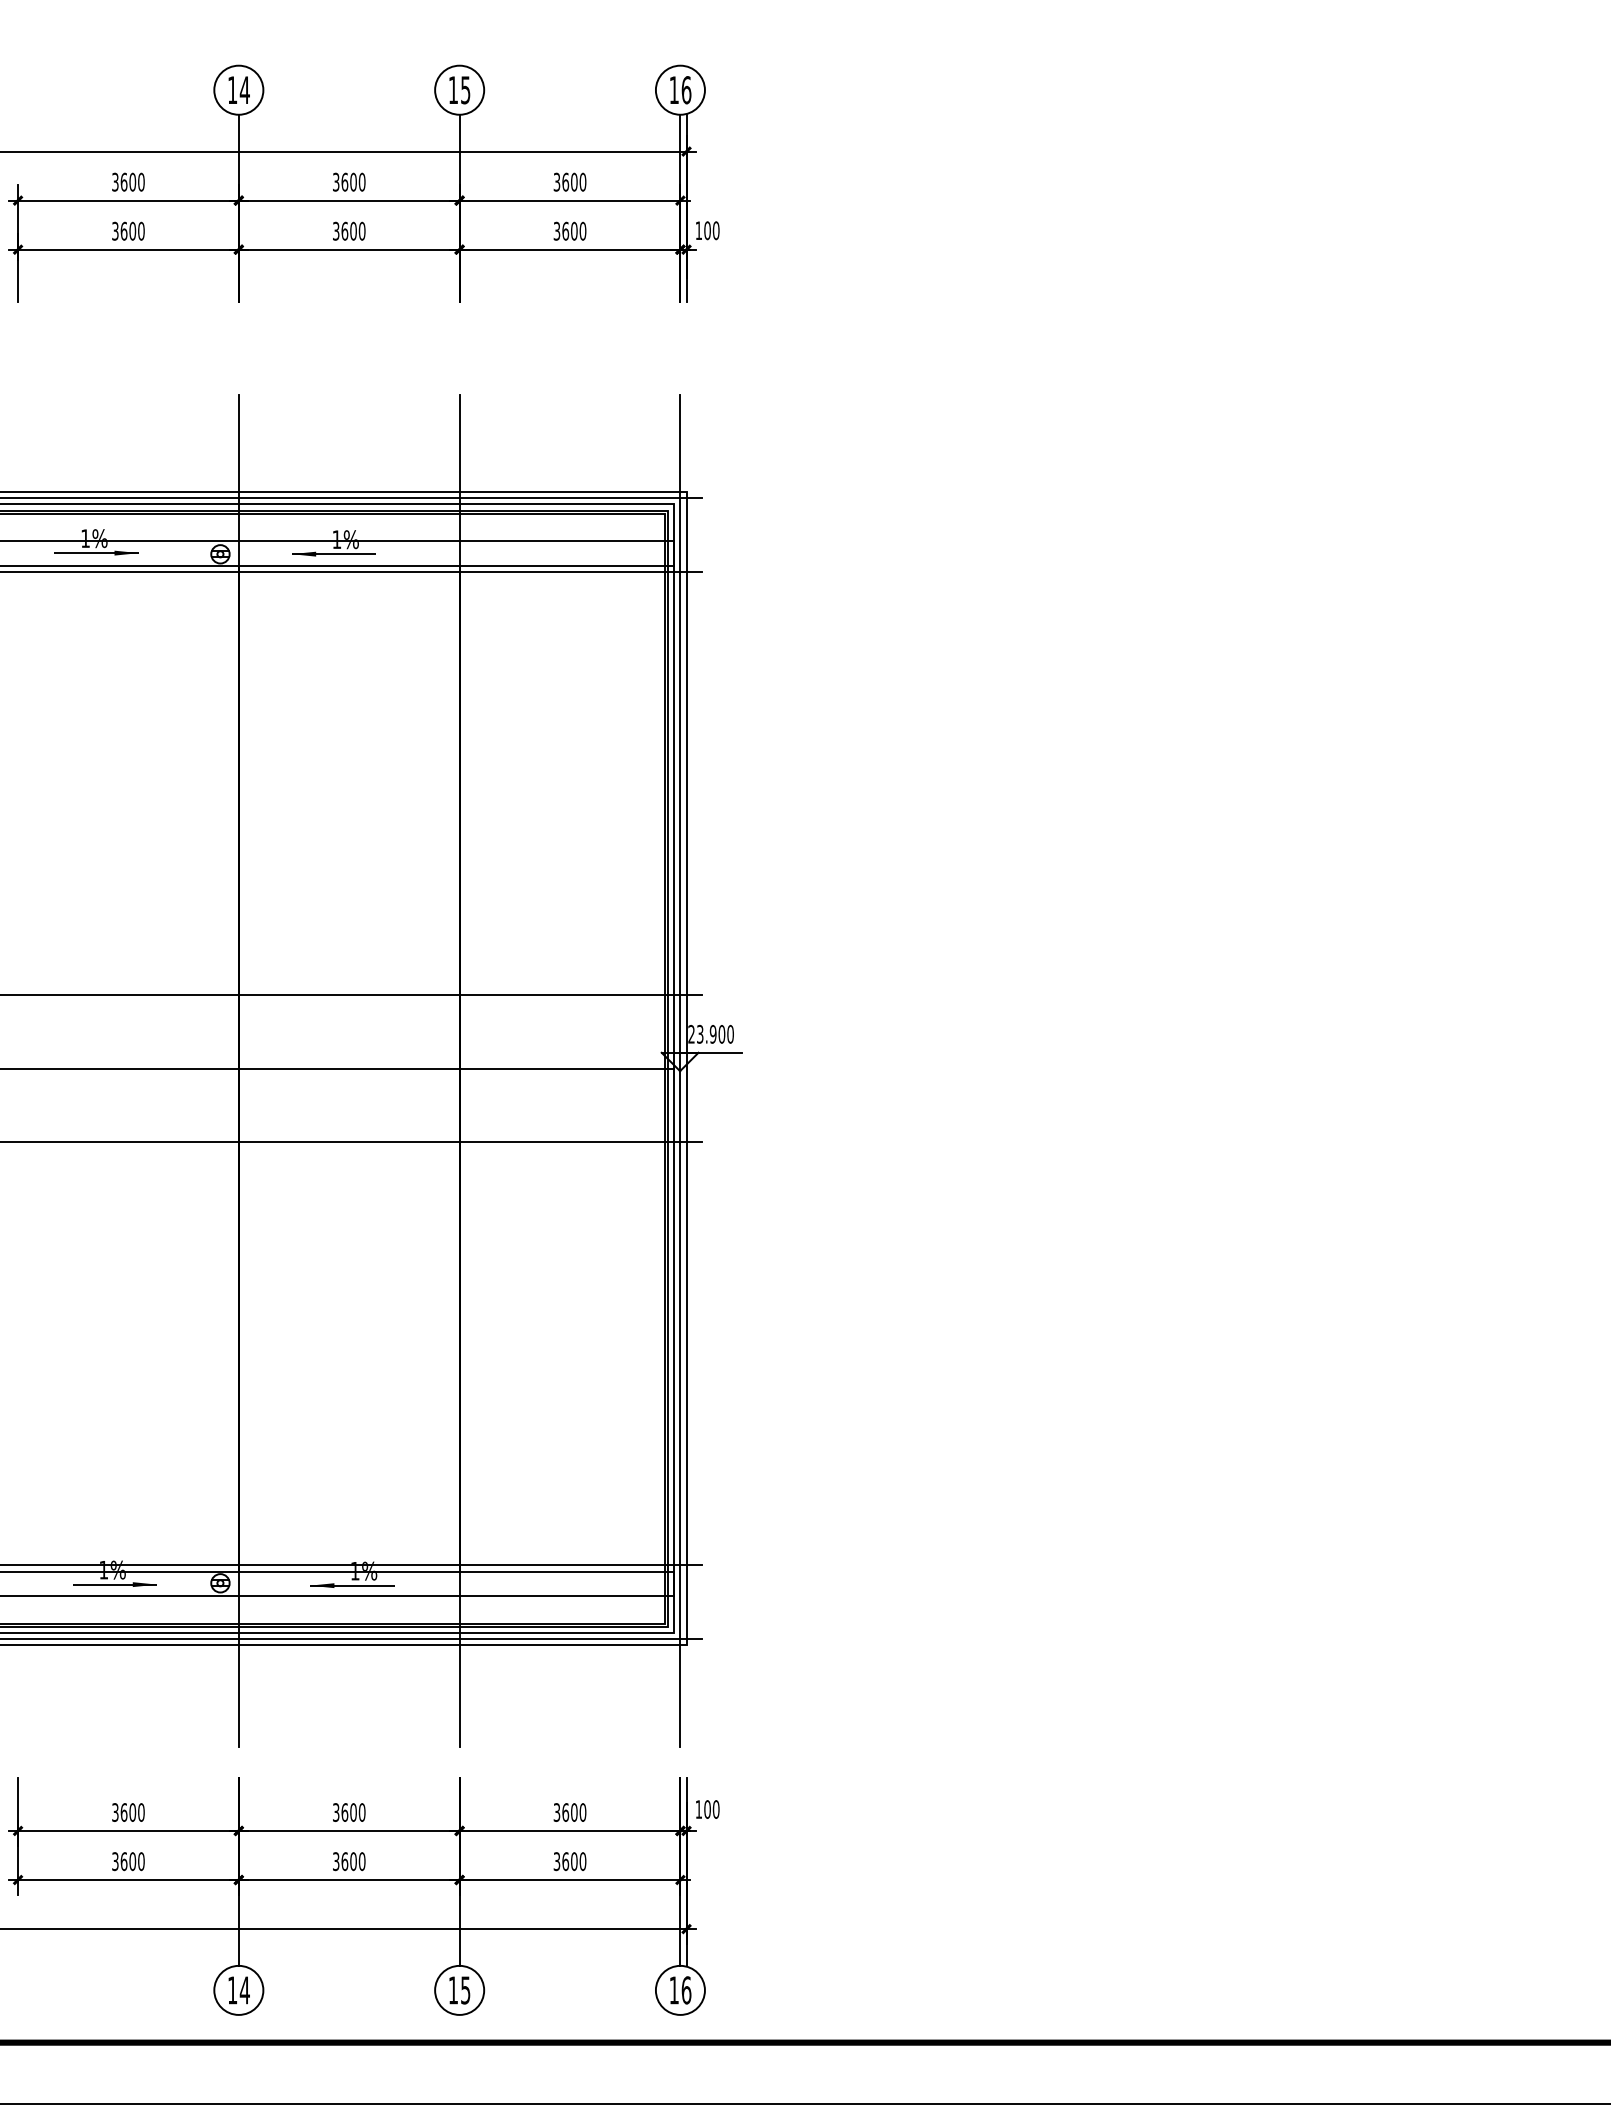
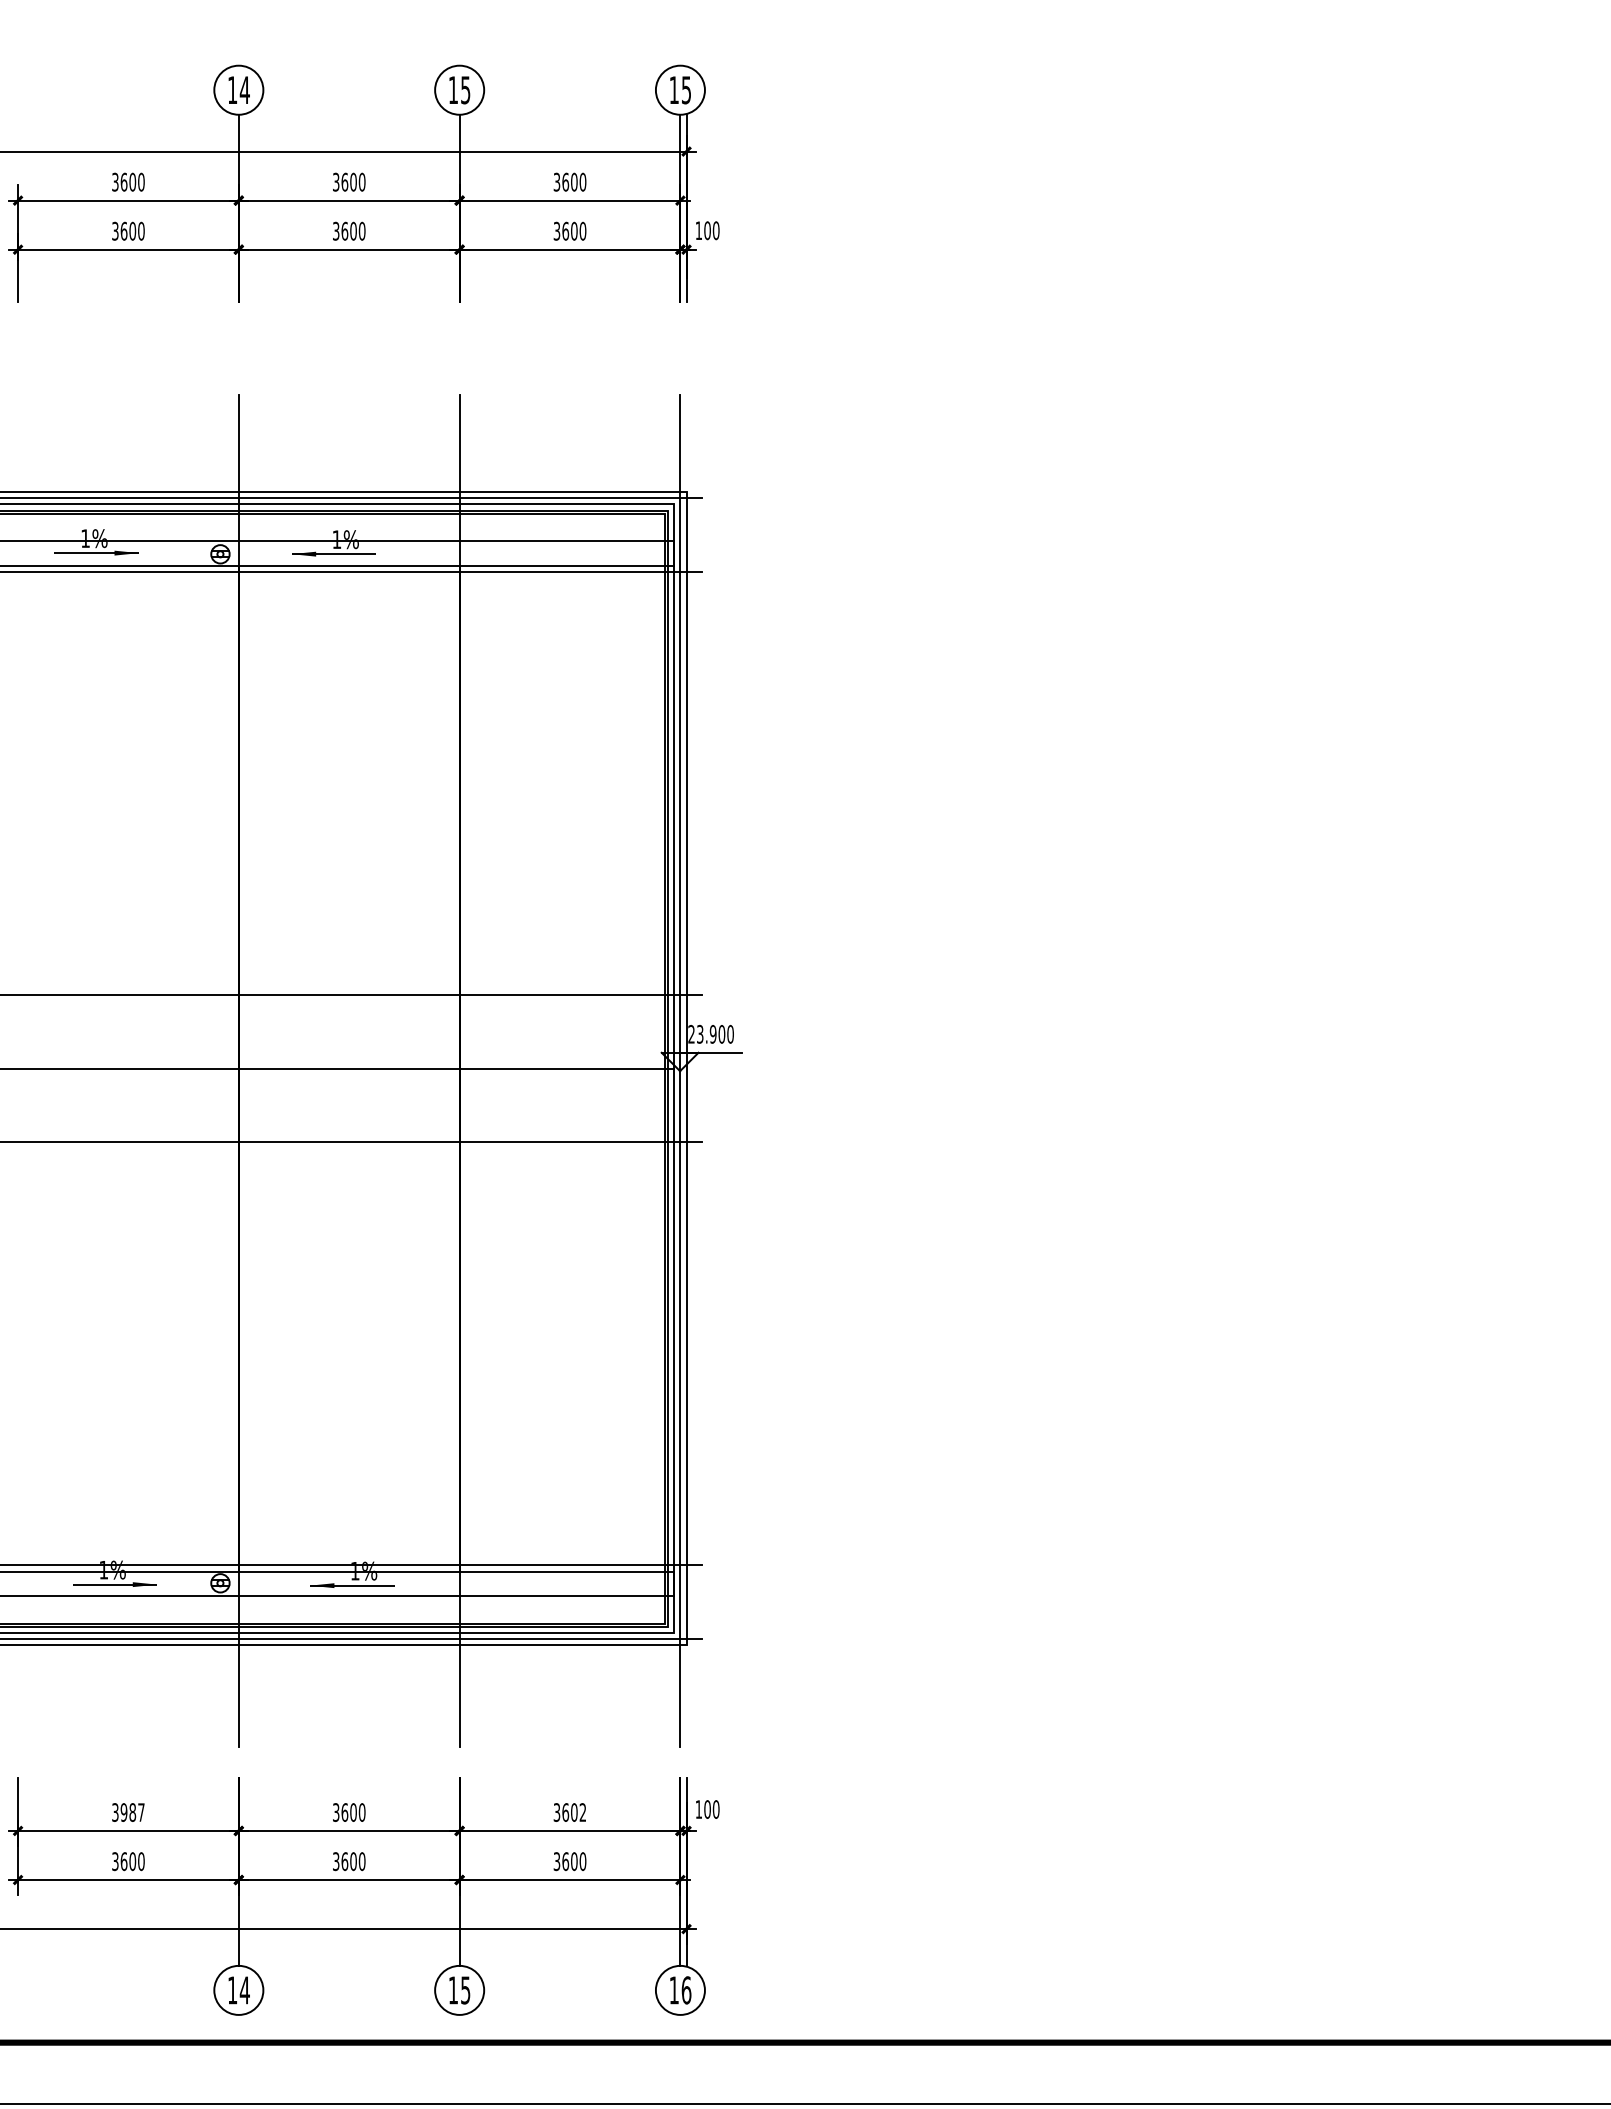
text at (686, 90): 16 -> 15
text at (132, 1812): 3600 -> 3987
text at (582, 1812): 3600 -> 3602
